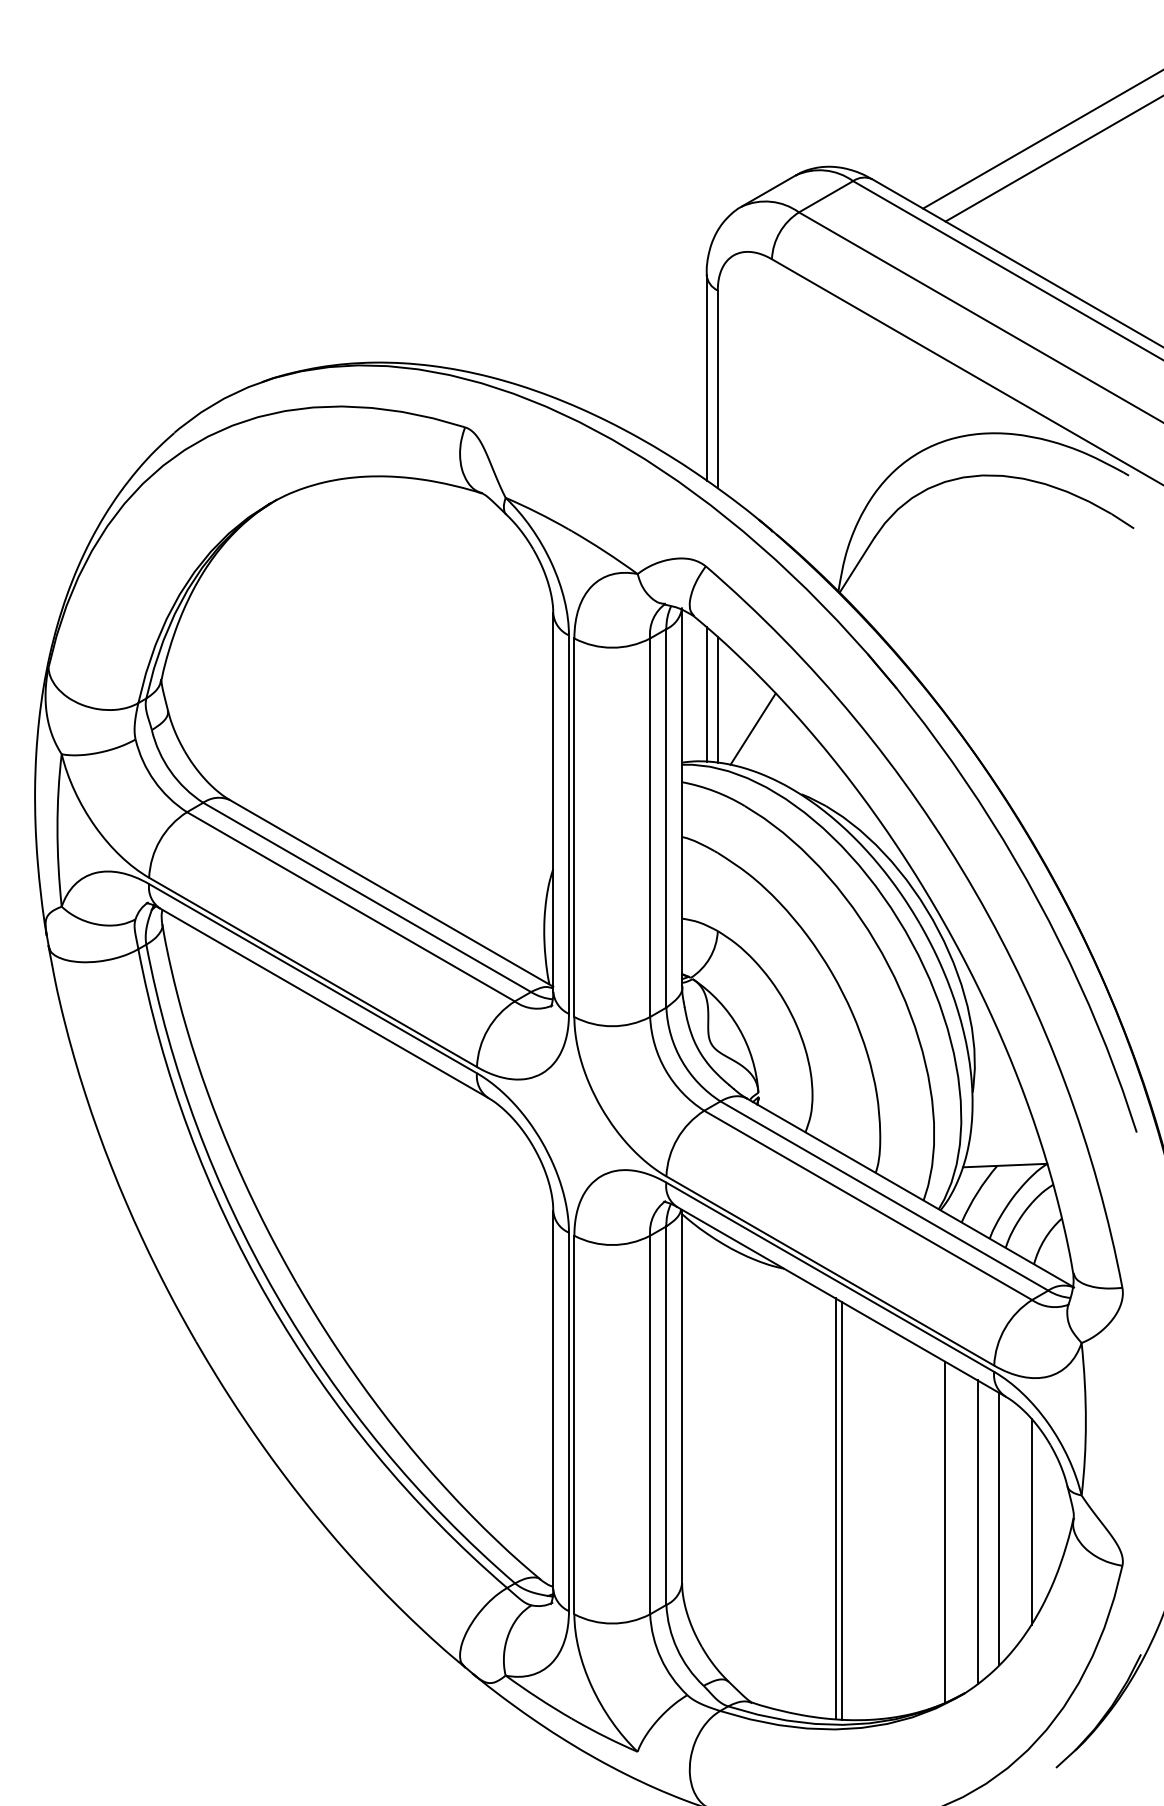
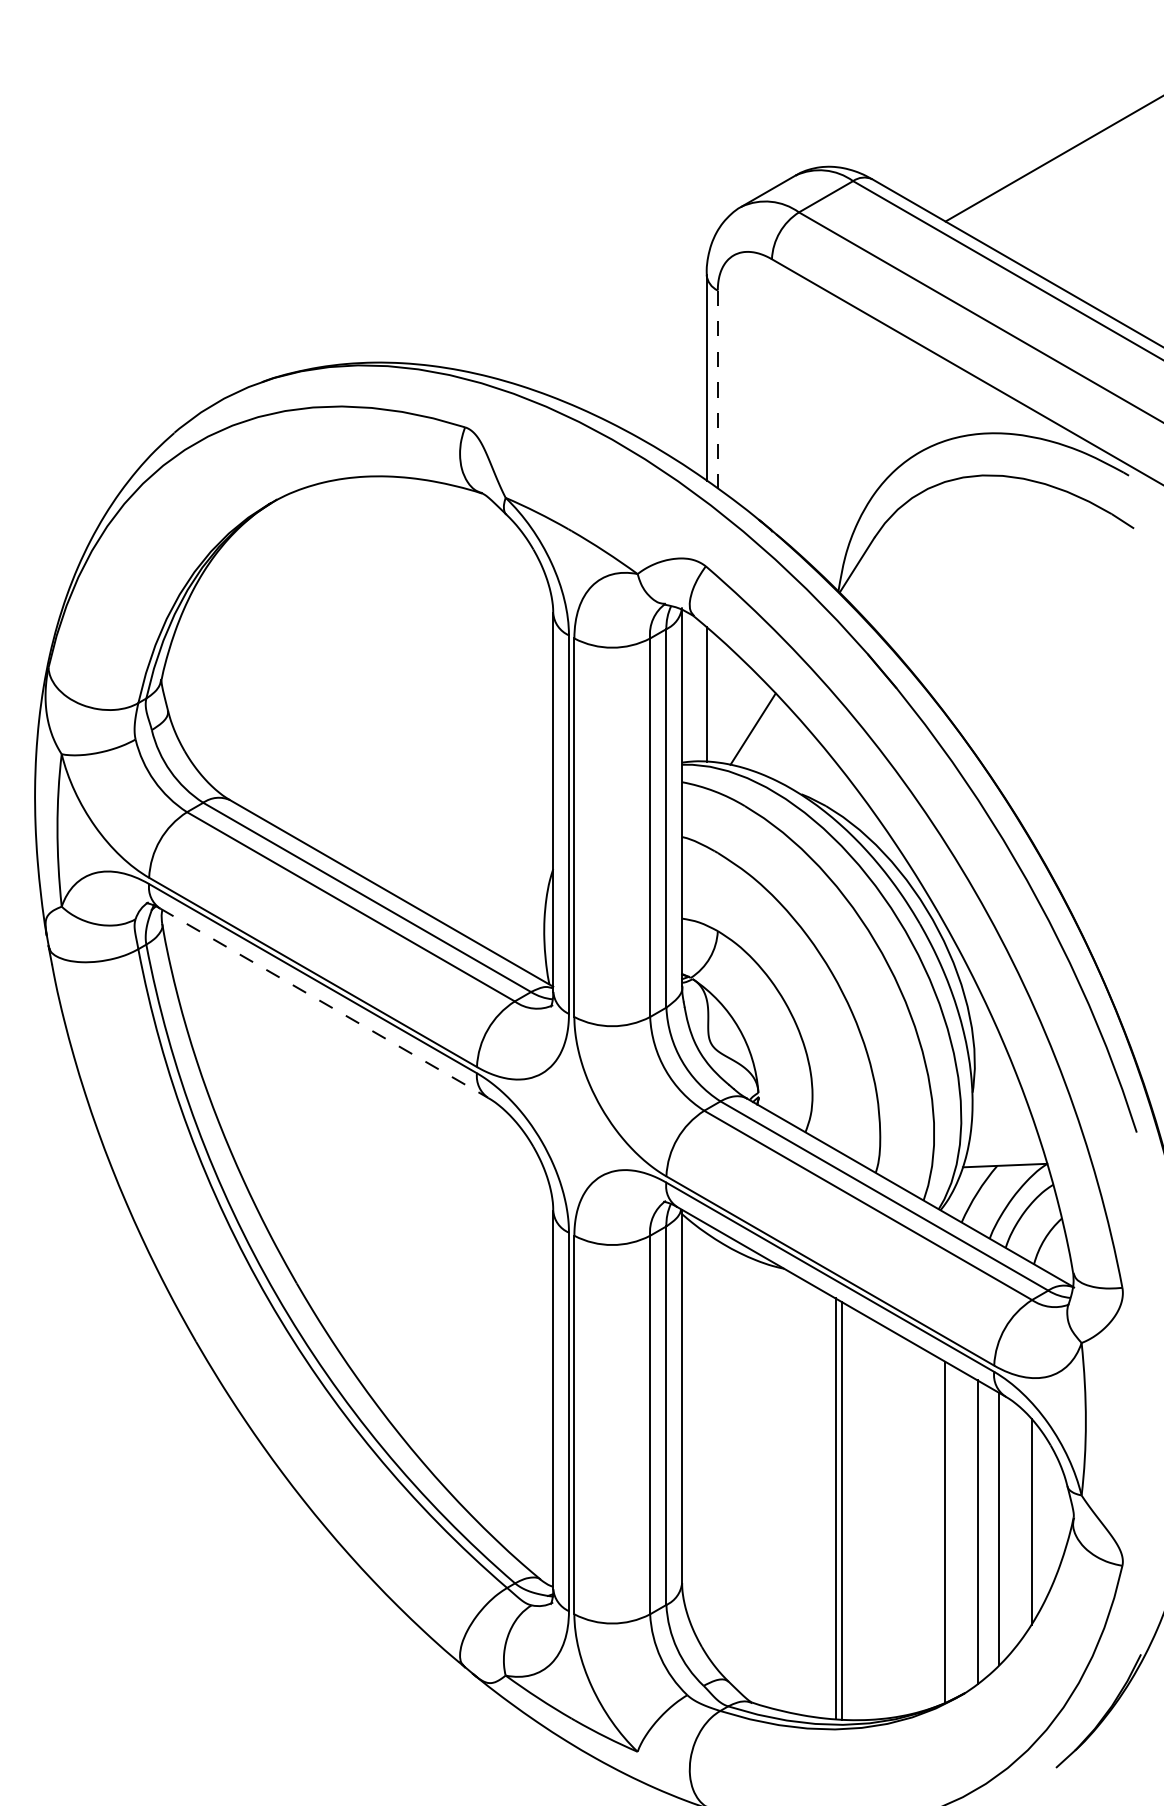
line at (1041, 139): present -> none
line at (717, 389): solid -> dashed
line at (717, 699): present -> none
line at (324, 1003): solid -> dashed
